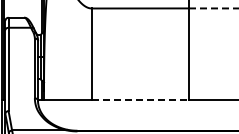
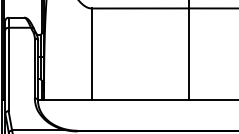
line at (213, 8): dashed -> solid
line at (141, 100): dashed -> solid
